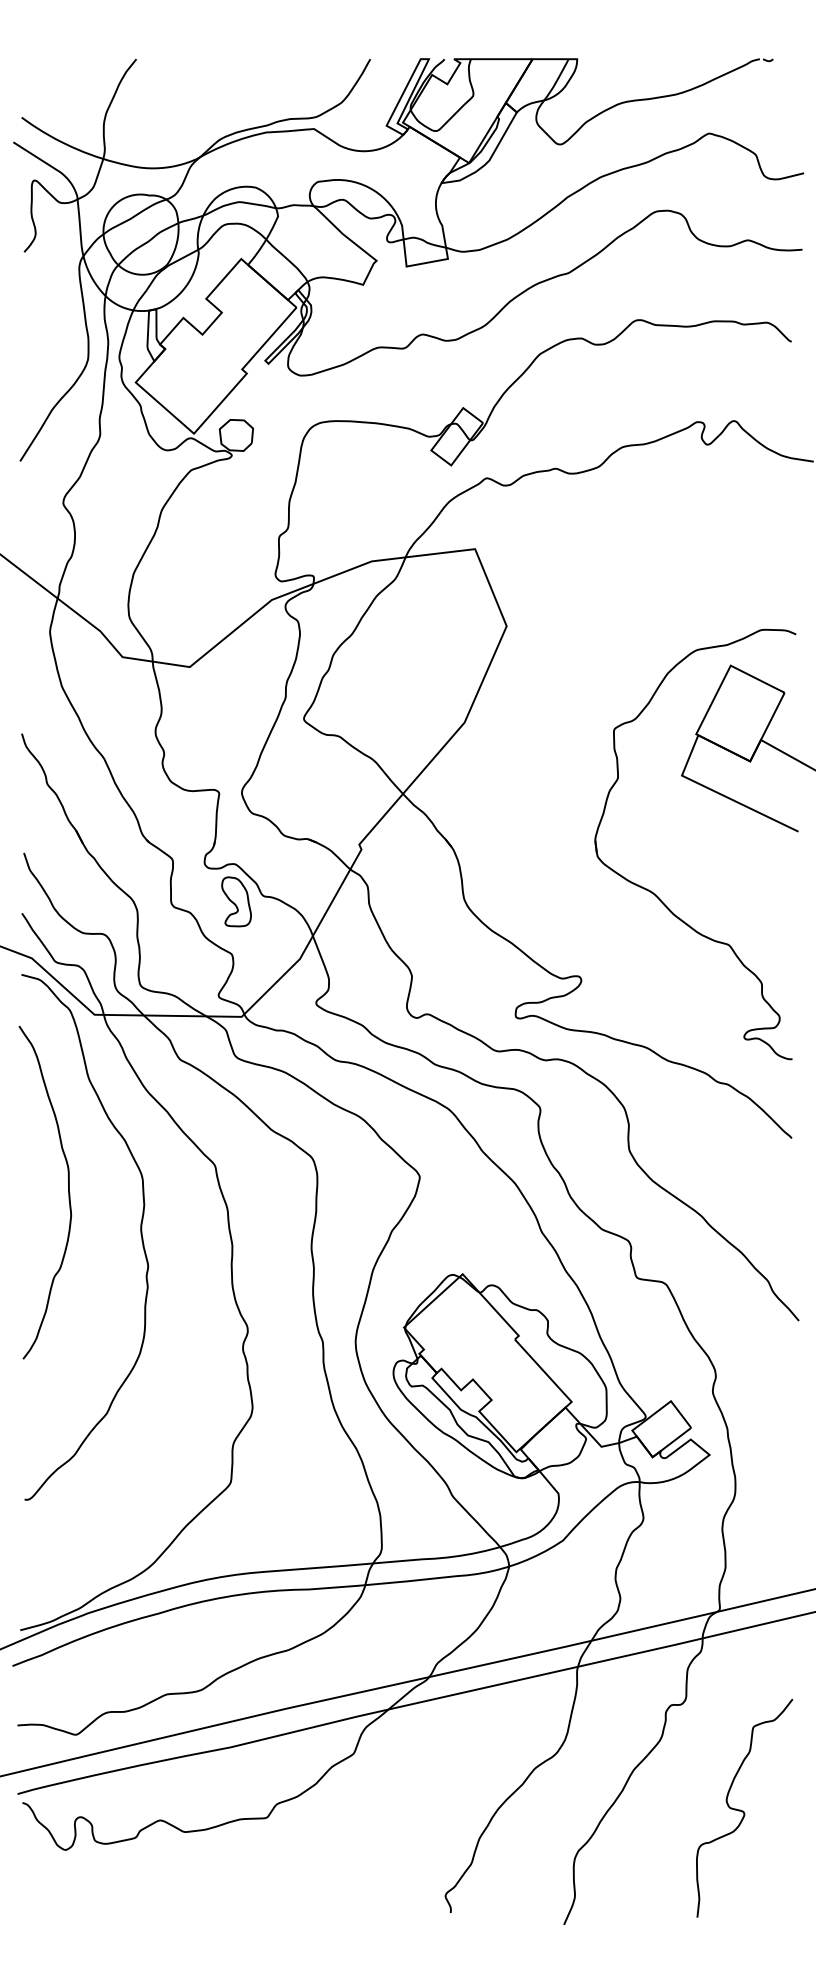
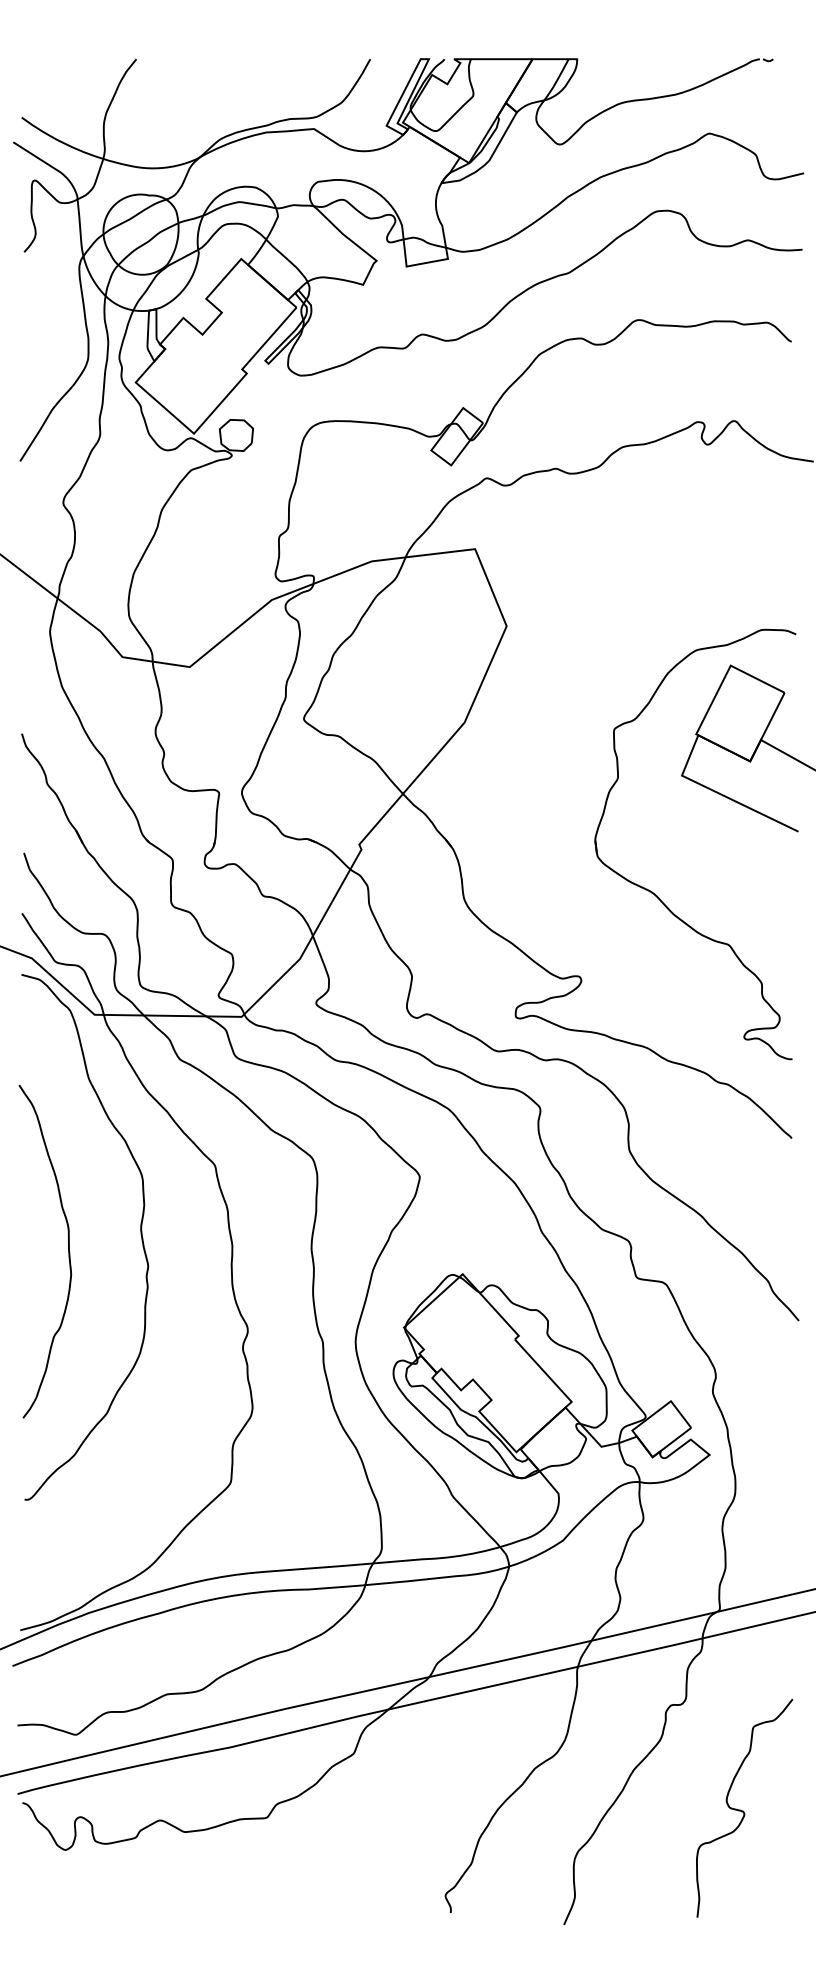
part at (236, 901): present -> none
curve at (68, 1192) position: (68, 1192) -> (68, 1251)
